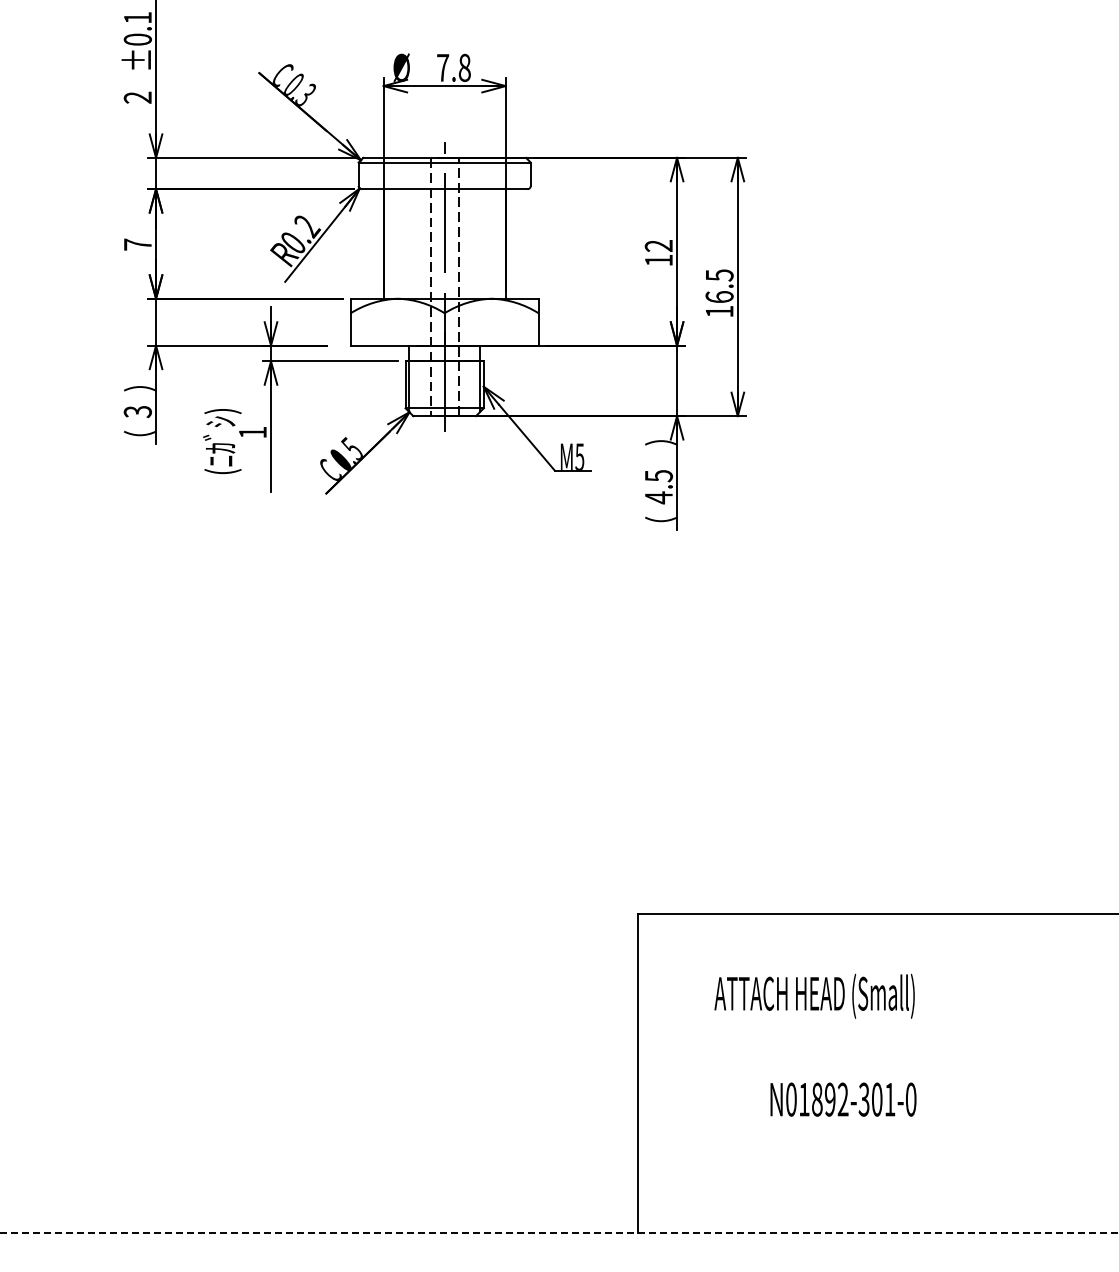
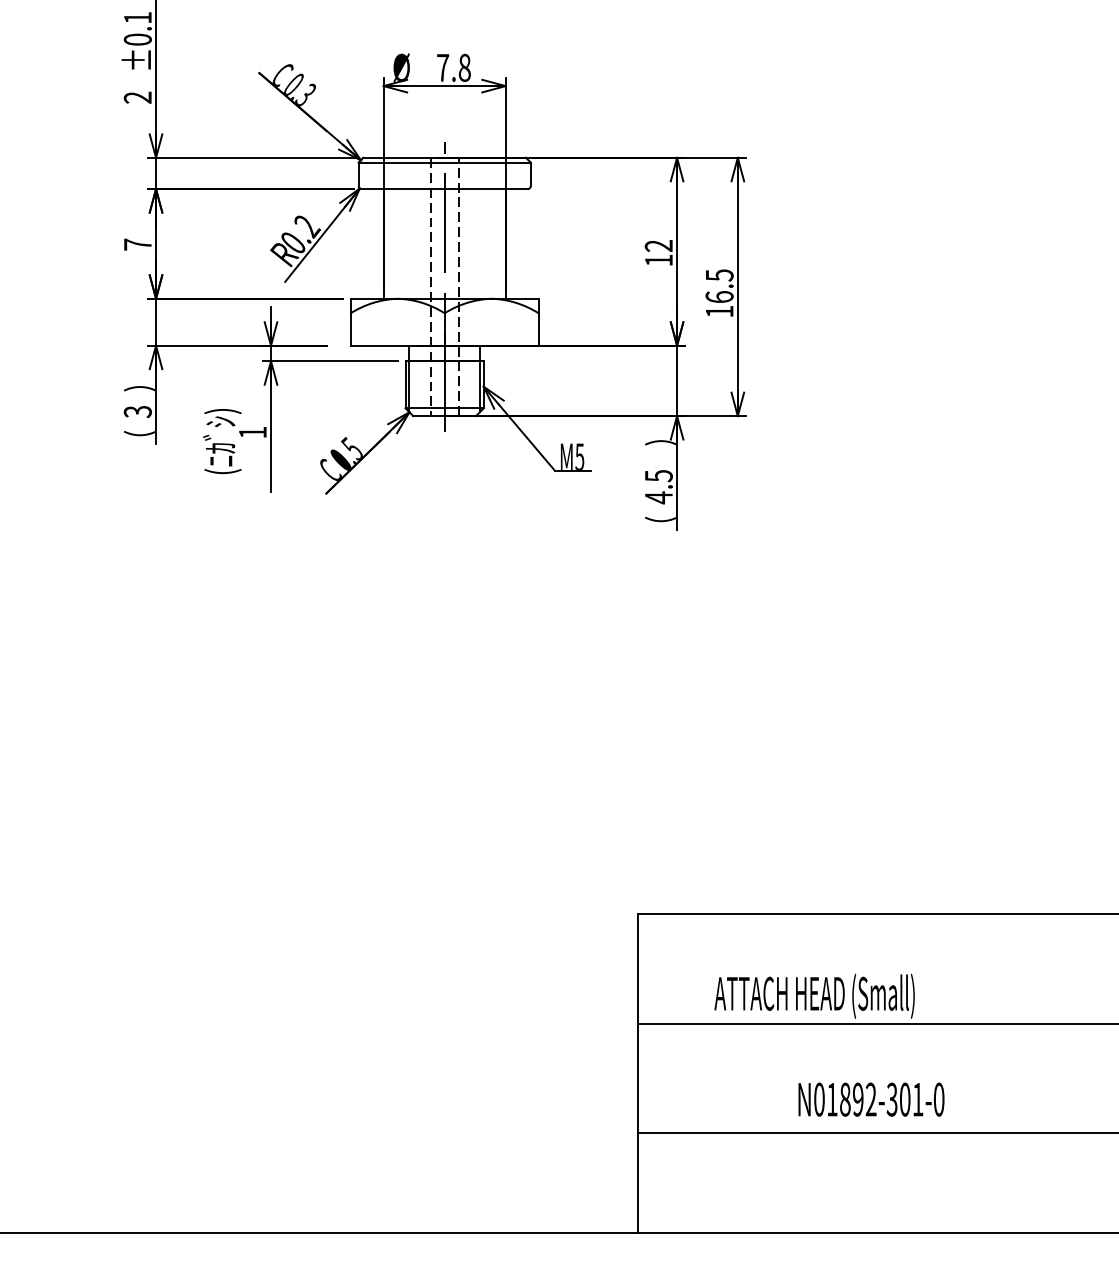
line at (876, 1023): none -> present
text at (843, 1099) position: (843, 1099) -> (871, 1099)
line at (876, 1133): none -> present
line at (559, 1233): dashed -> solid
